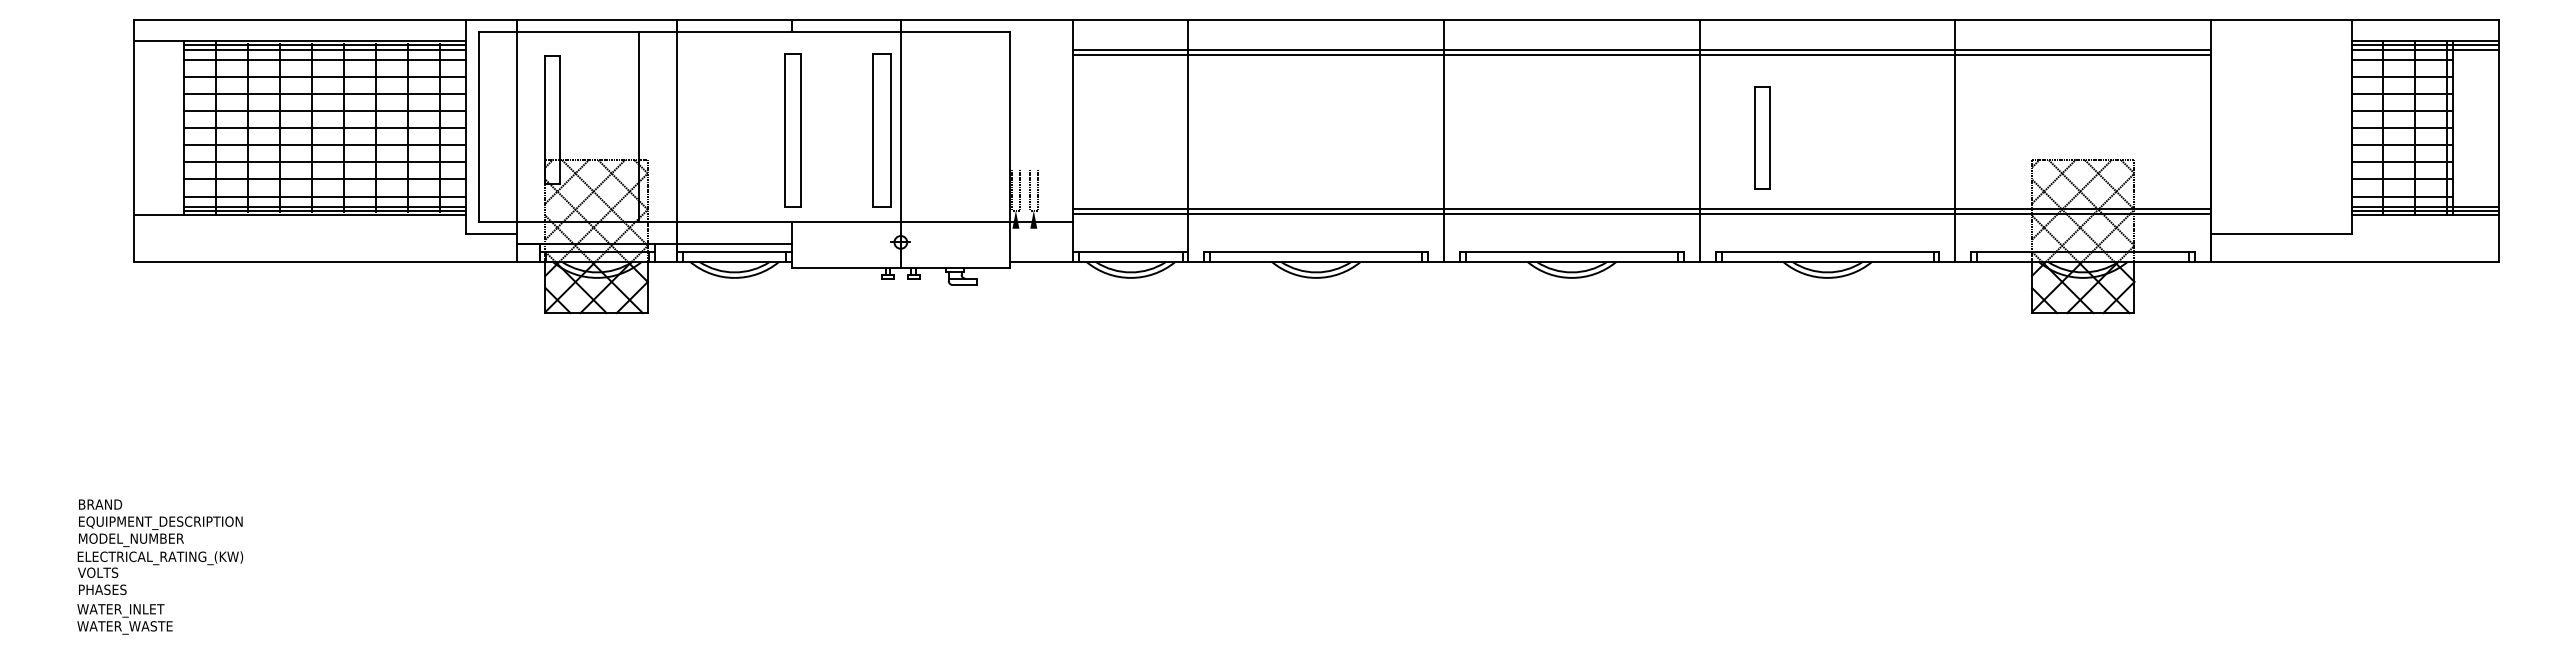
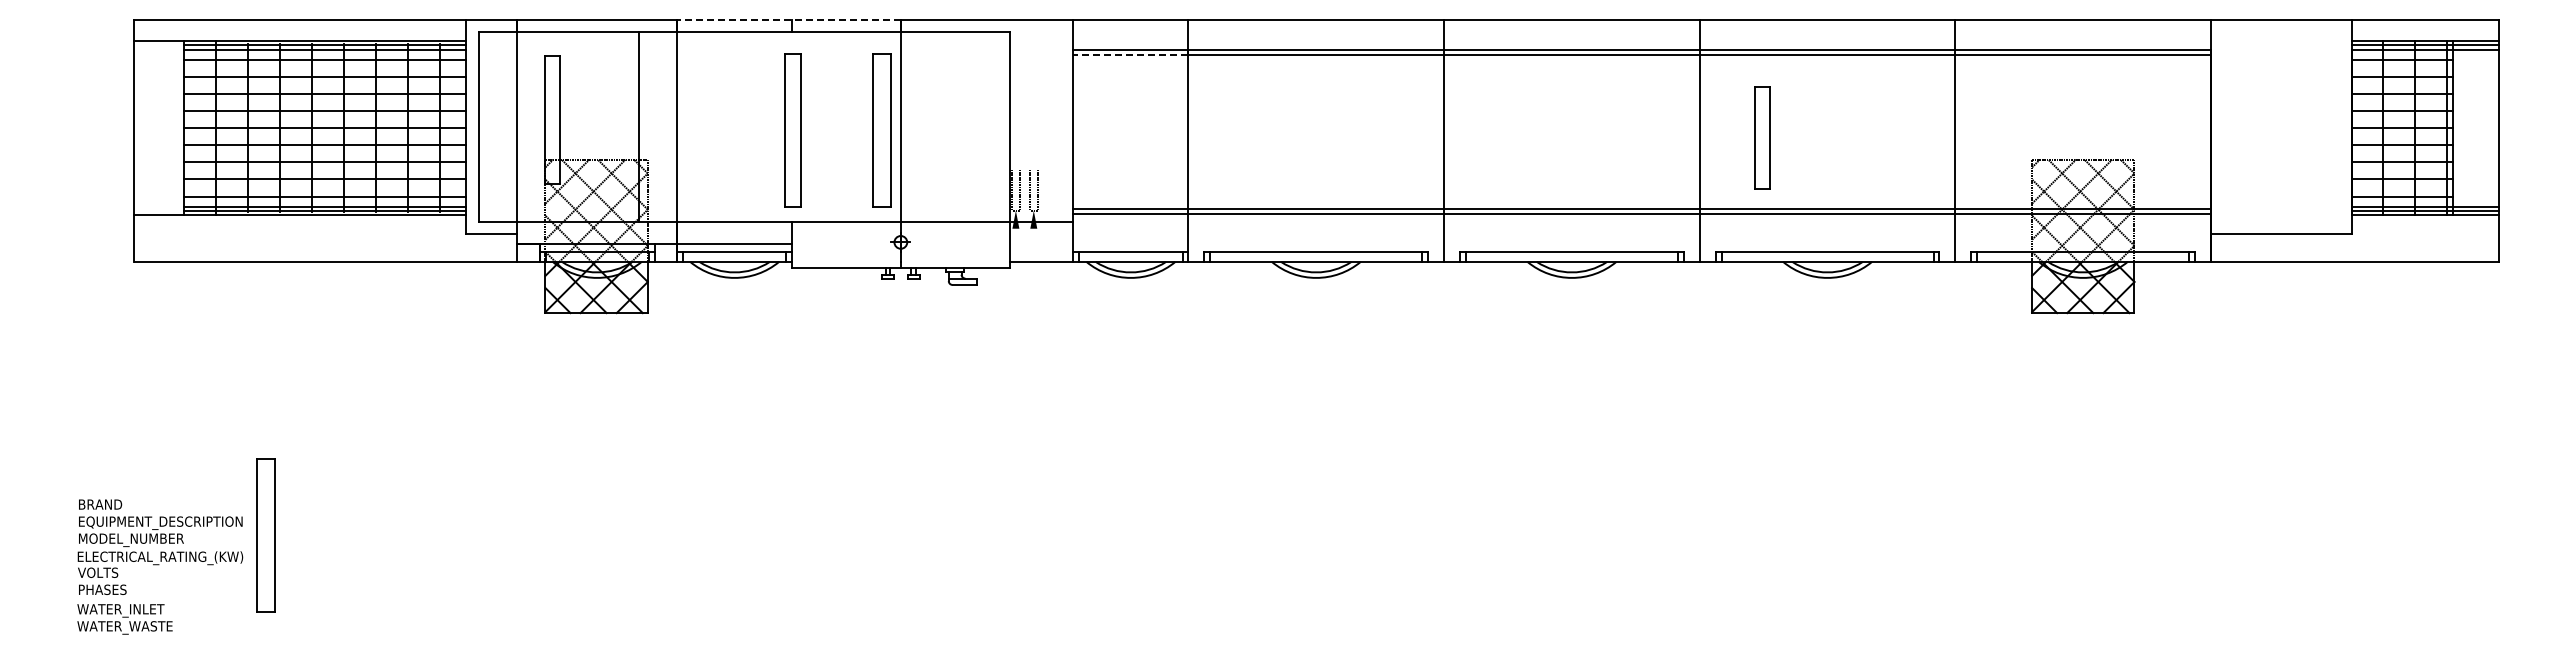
line at (789, 19): solid -> dashed
line at (1130, 55): solid -> dashed
part at (265, 535): none -> present
